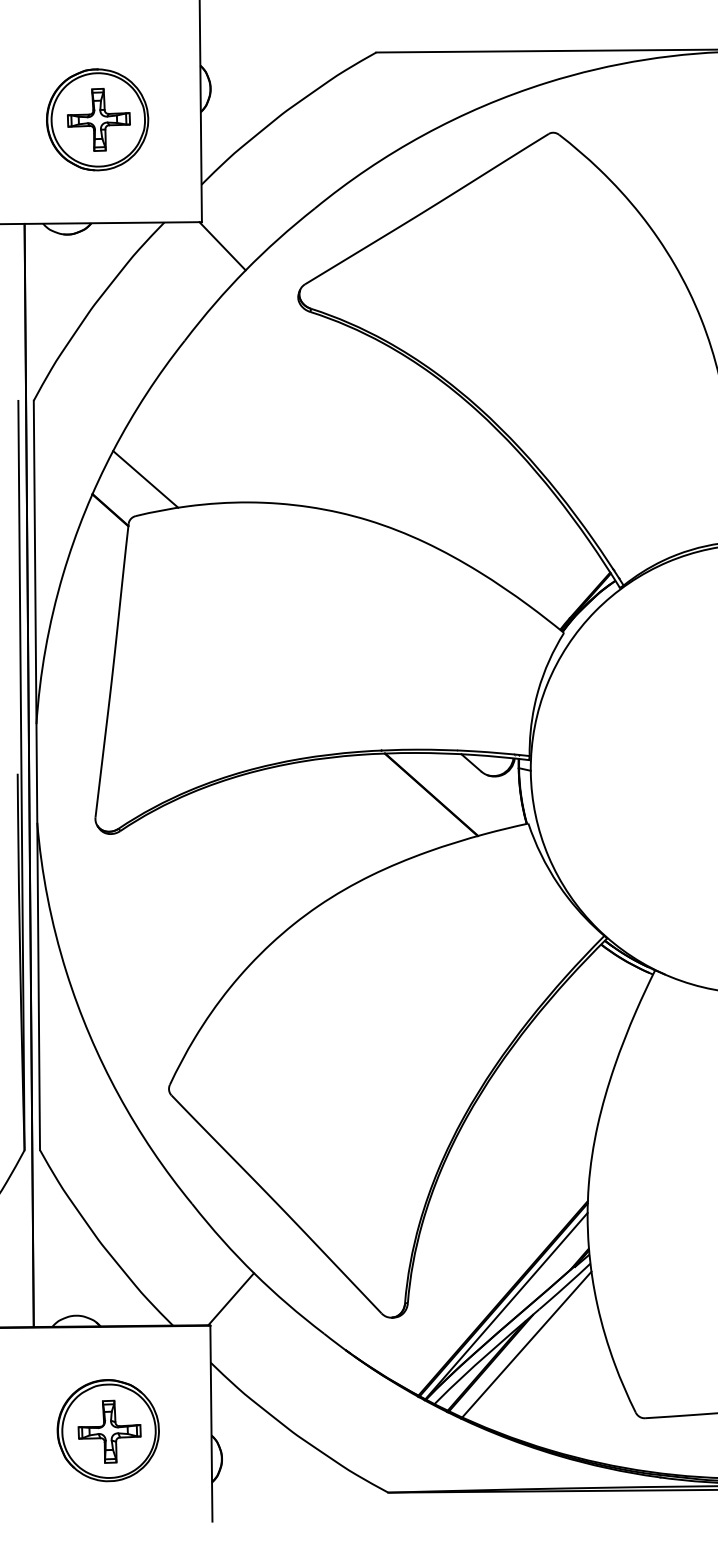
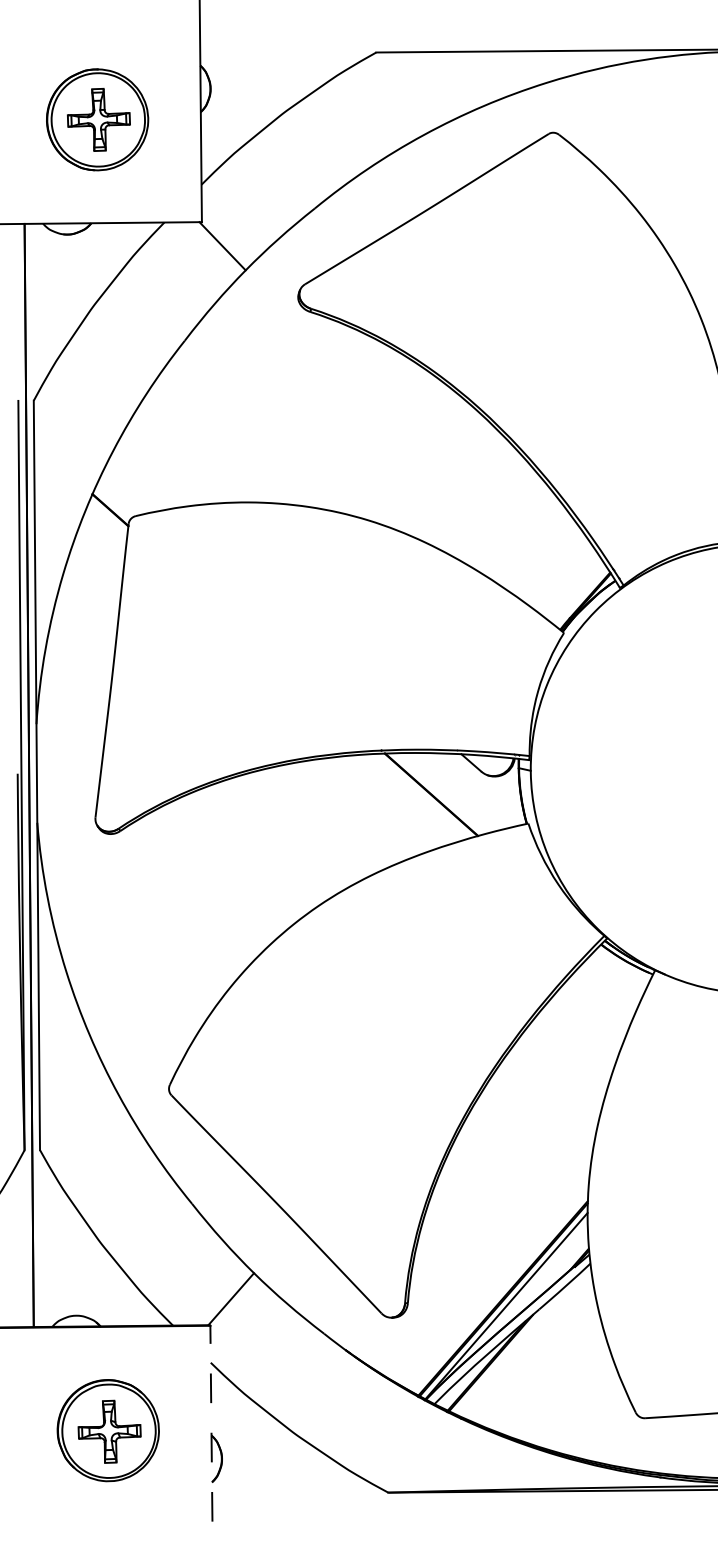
line at (145, 479): present -> none
line at (526, 1344): present -> none
line at (211, 1423): solid -> dashed
